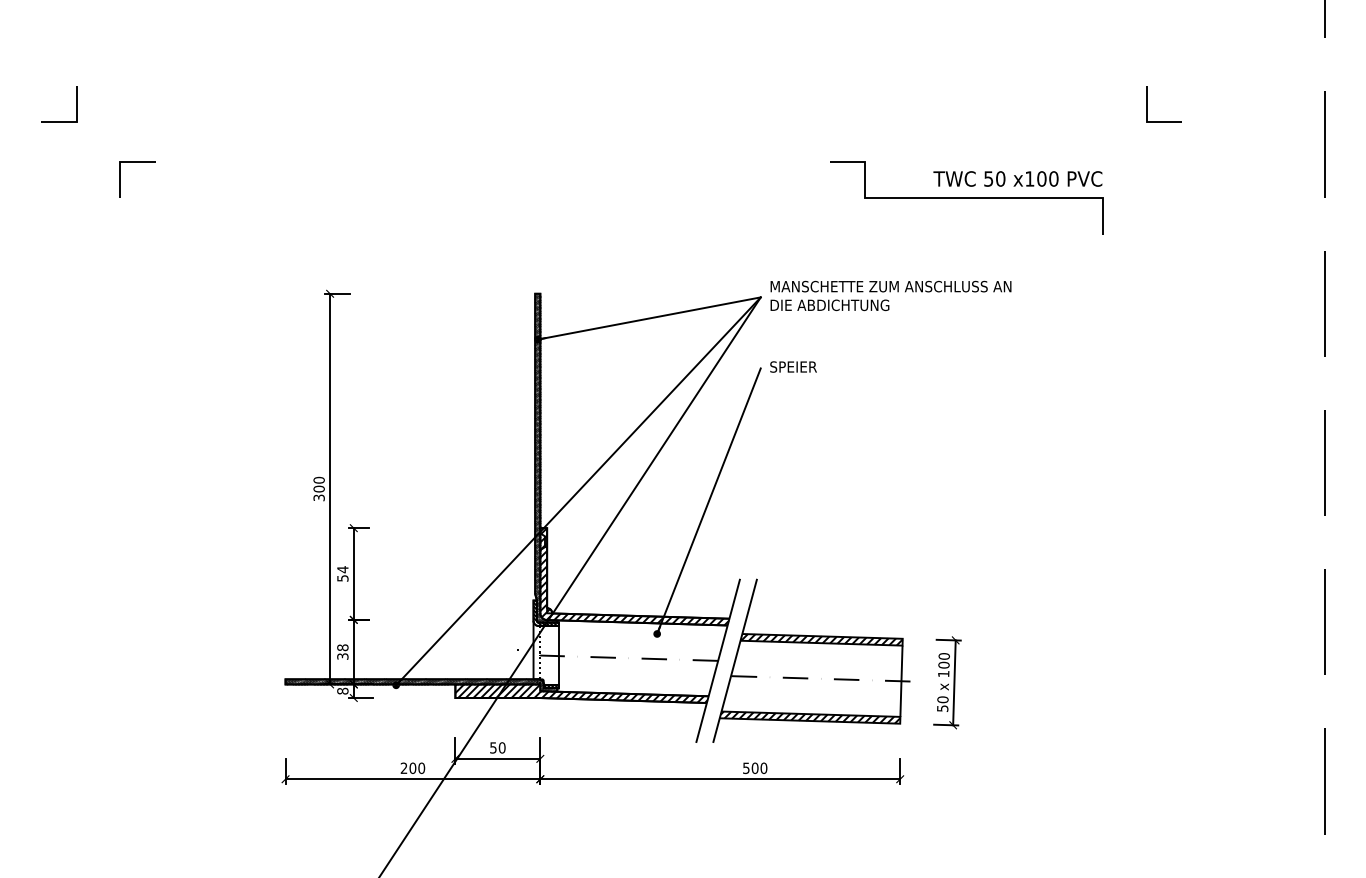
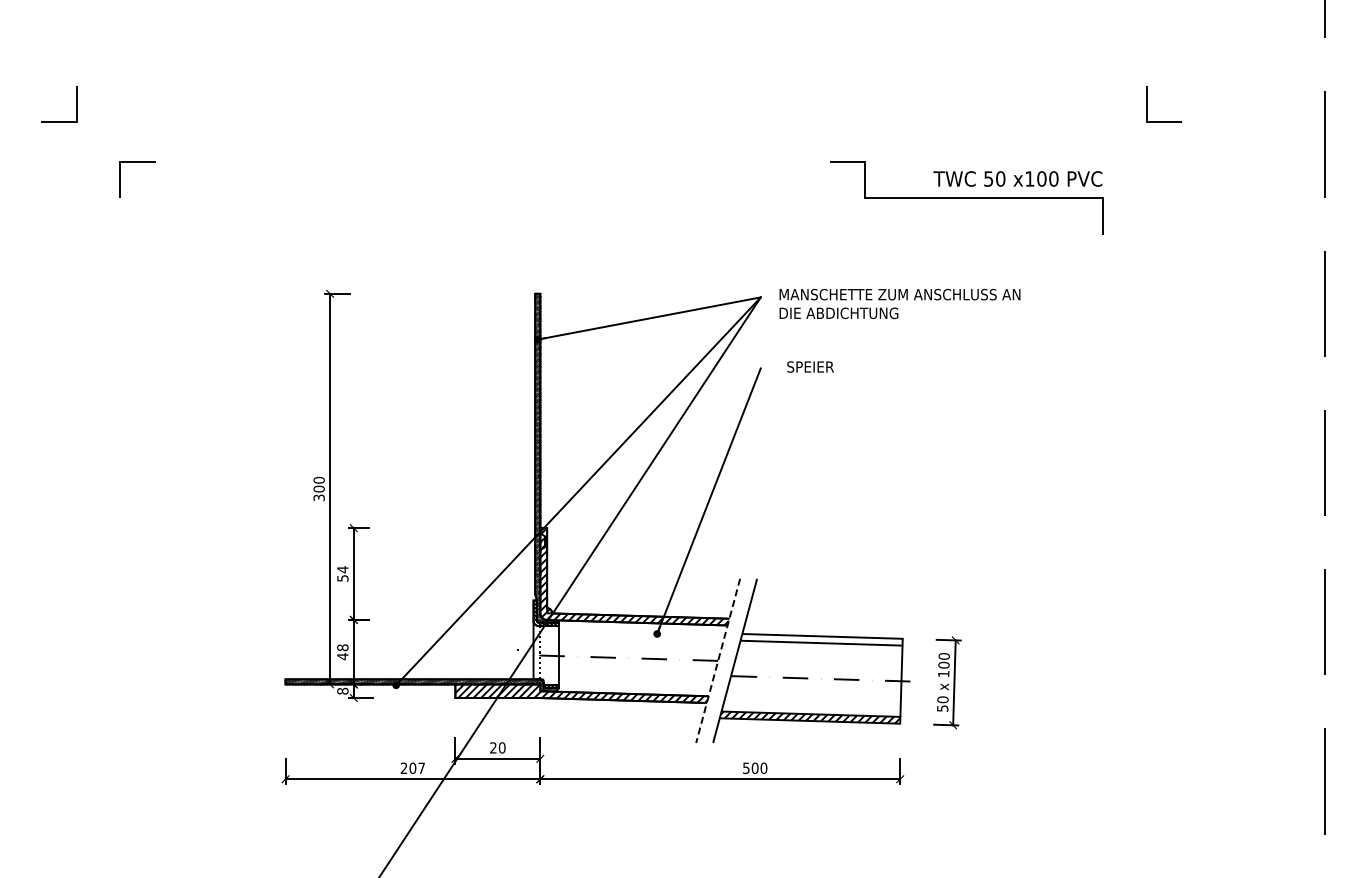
text at (890, 295) position: (890, 295) -> (899, 303)
text at (793, 366) position: (793, 366) -> (810, 366)
hatch at (821, 639): present -> none
text at (342, 656): 38 -> 48
line at (718, 660): solid -> dashed
text at (493, 747): 50 -> 20
text at (421, 768): 200 -> 207
